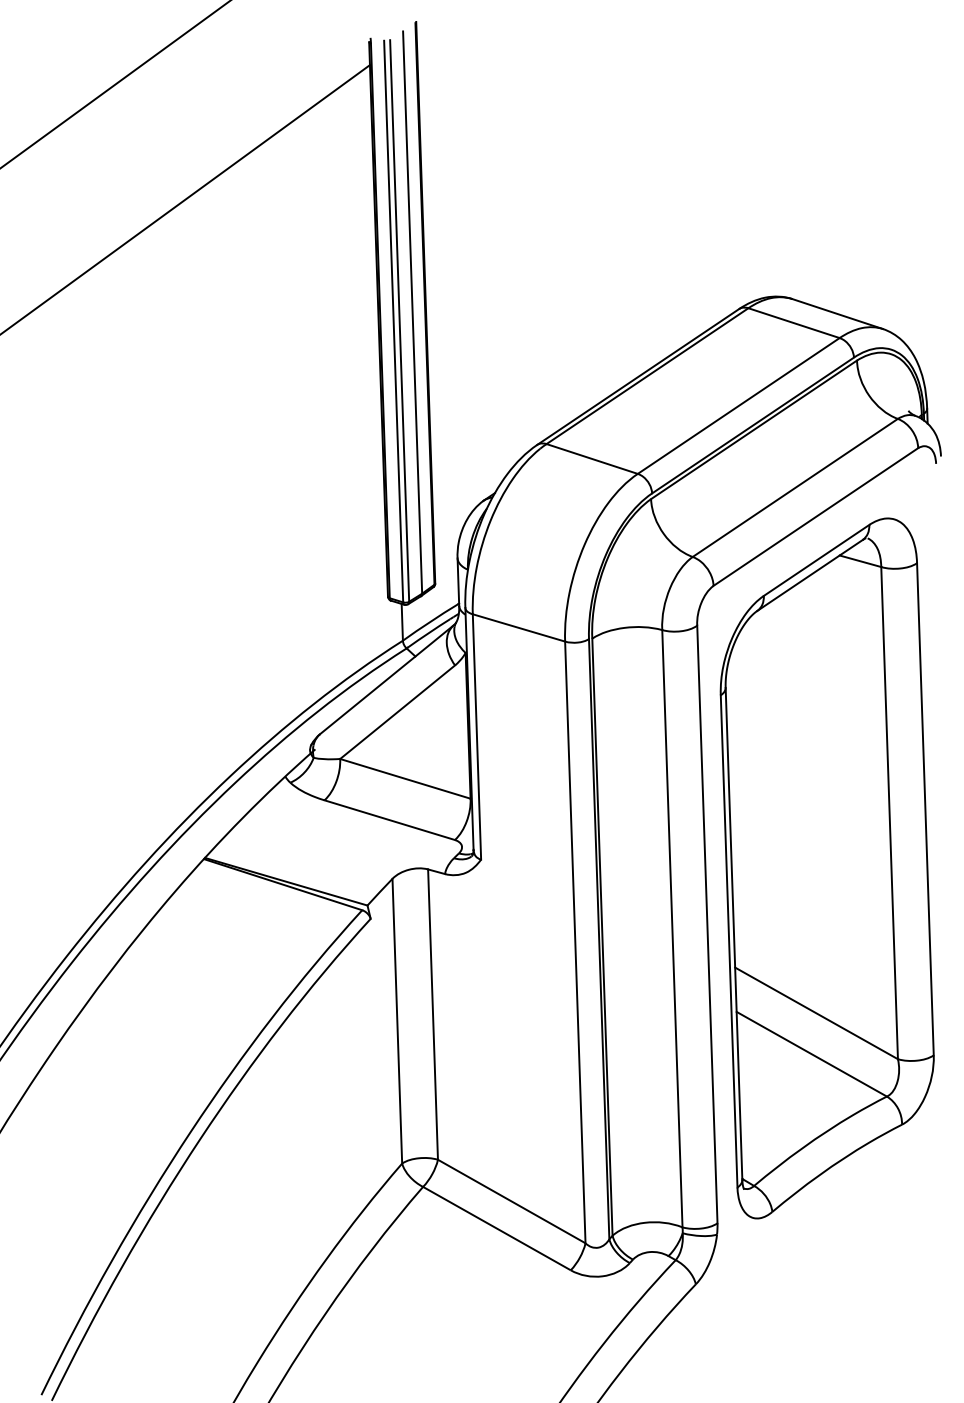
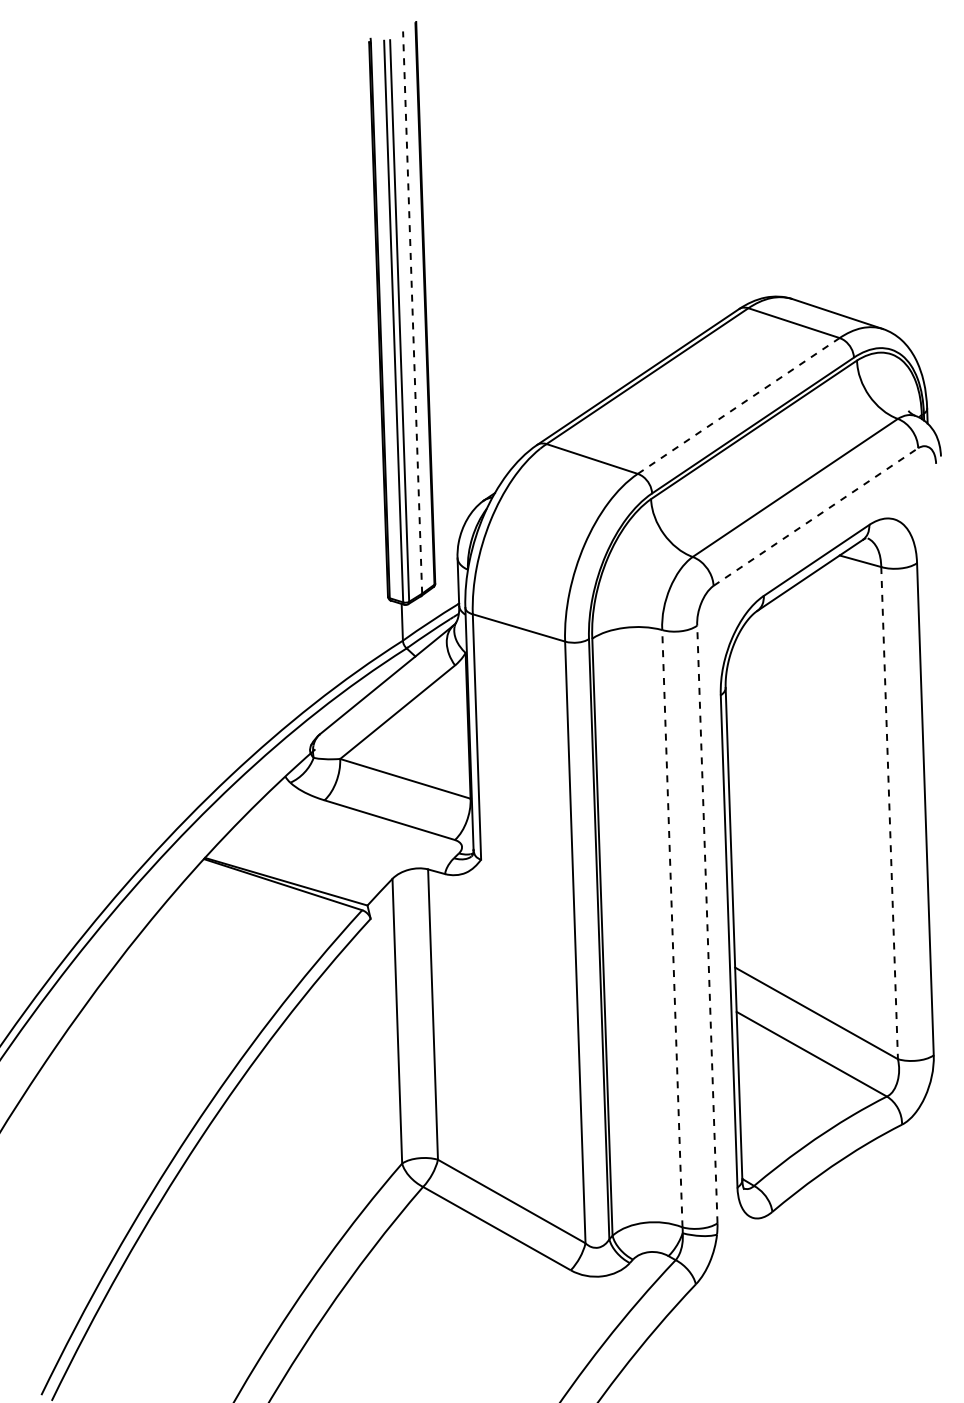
line at (115, 84): present -> none
line at (185, 199): present -> none
line at (412, 312): solid -> dashed
line at (738, 405): solid -> dashed
line at (816, 516): solid -> dashed
line at (889, 813): solid -> dashed
line at (707, 924): solid -> dashed
line at (672, 928): solid -> dashed
